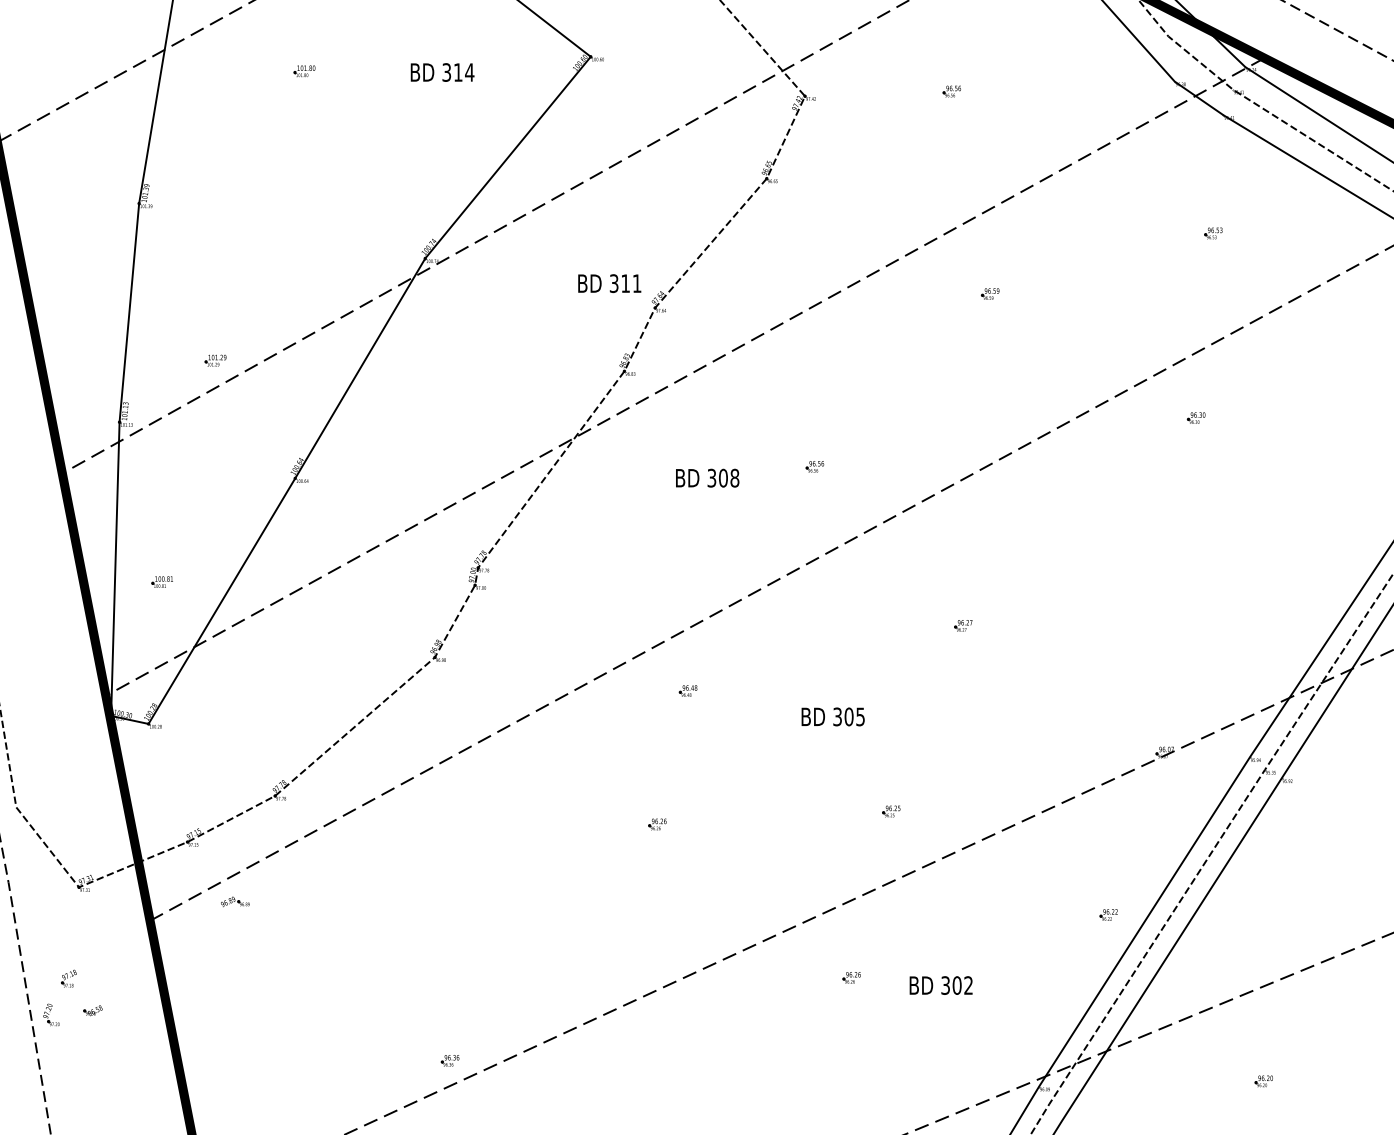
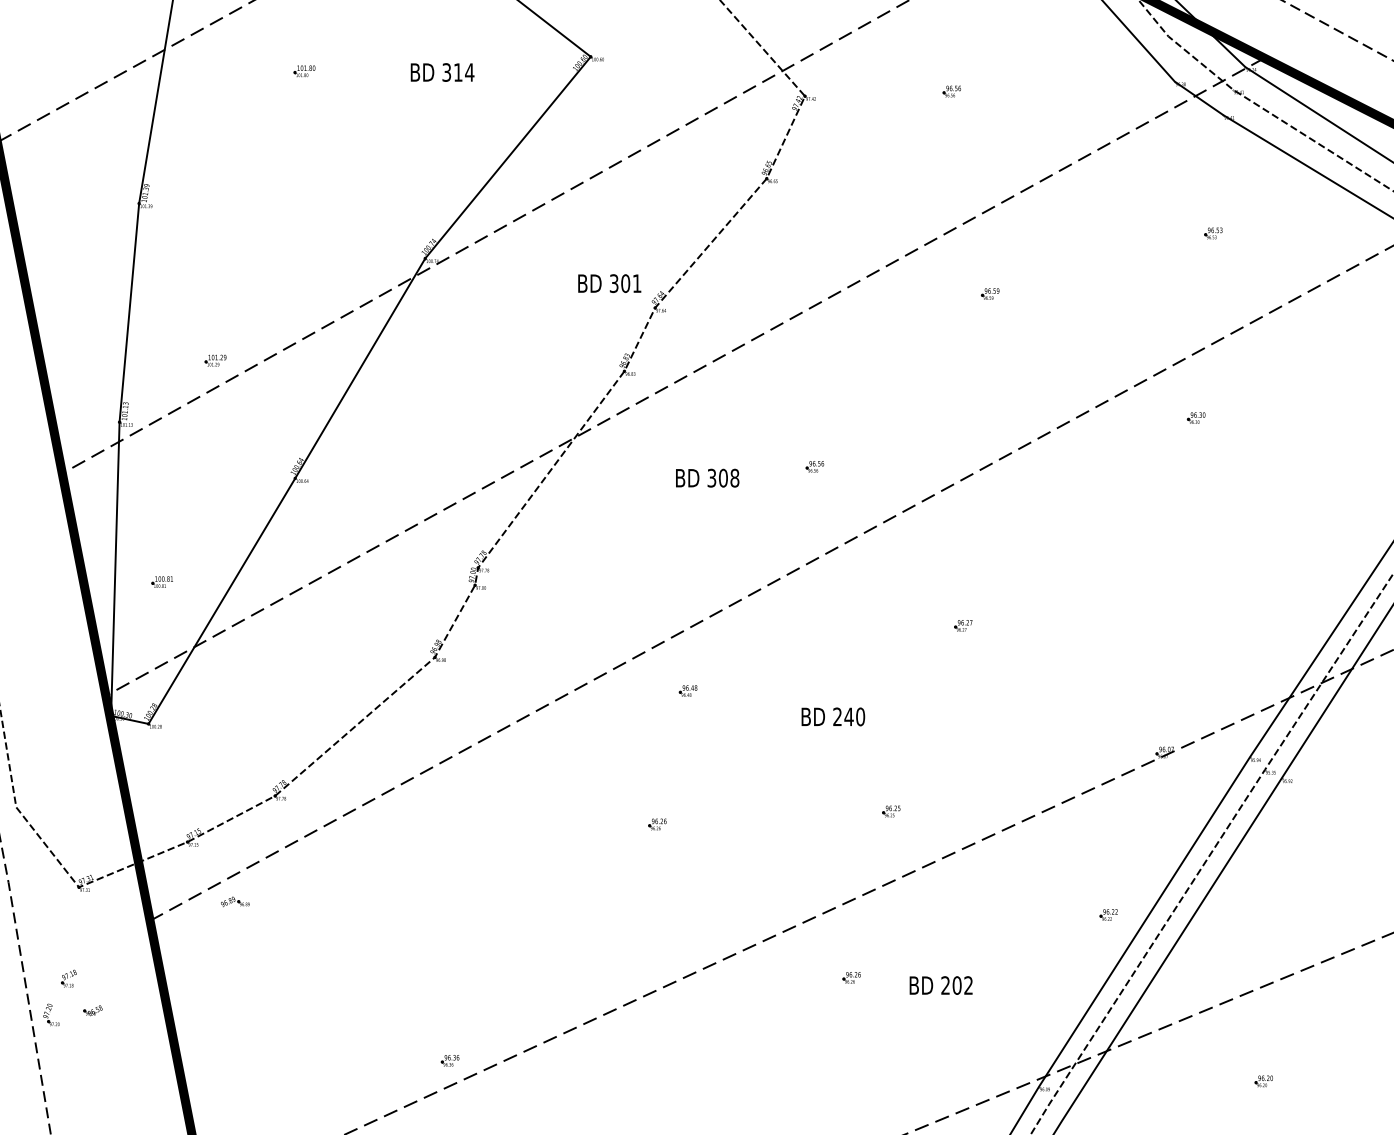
text at (625, 283): 311 -> 301
text at (849, 716): 305 -> 240
text at (945, 985): 302 -> 202
